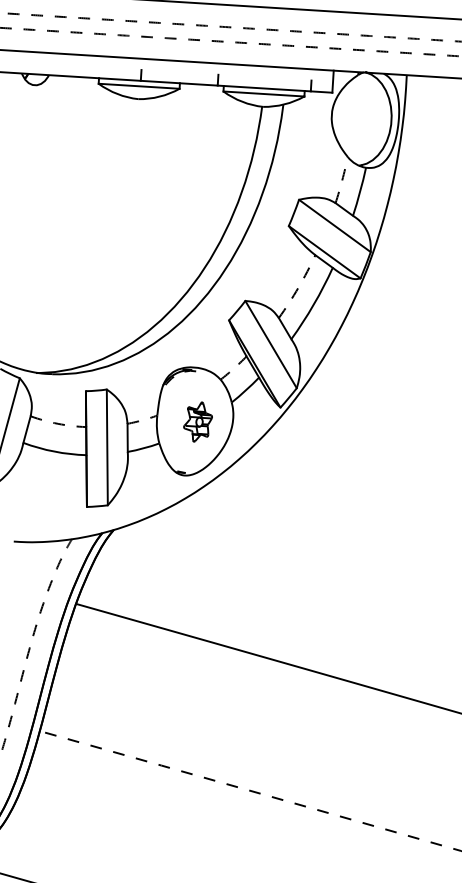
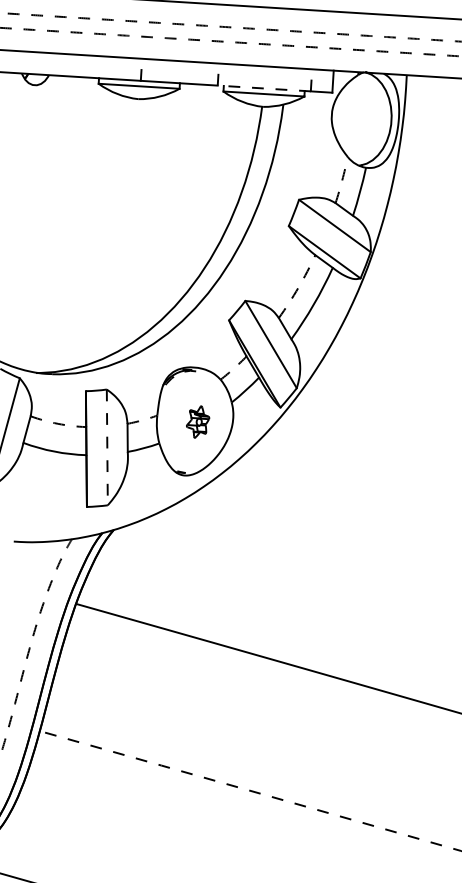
line at (264, 88): solid -> dashed
part at (197, 421) size: 30x42 px -> 25x34 px
line at (107, 447): solid -> dashed
